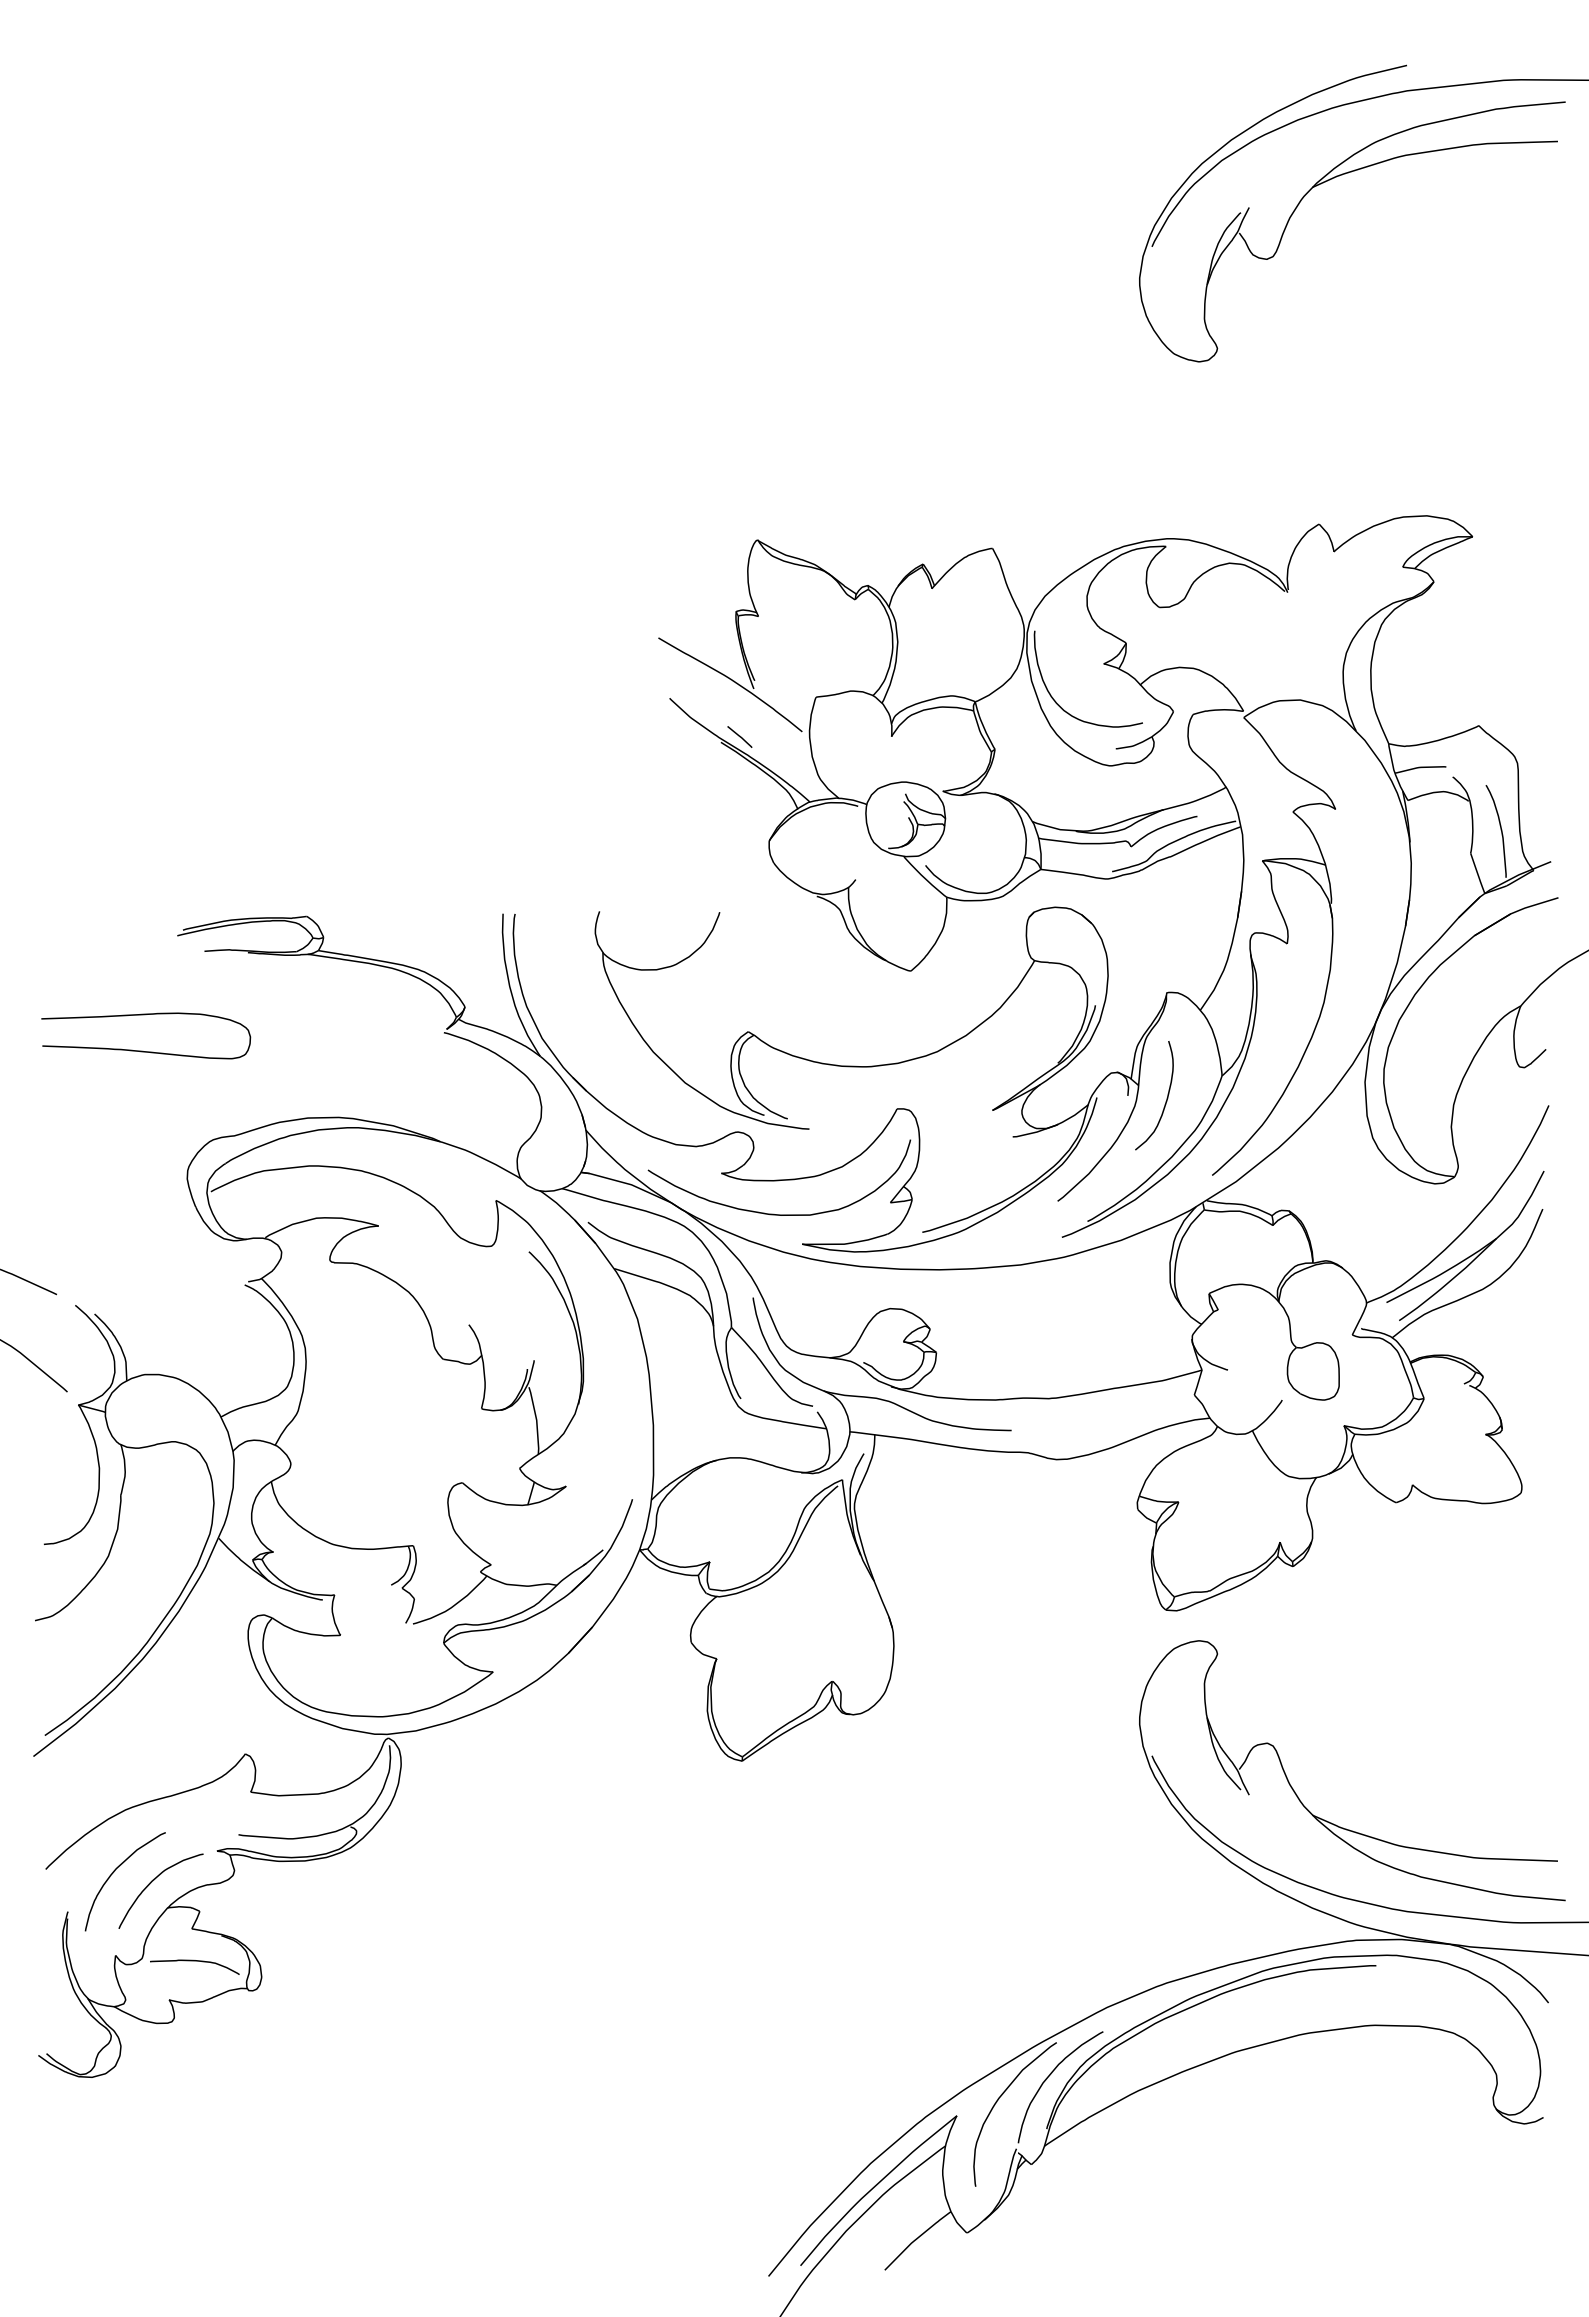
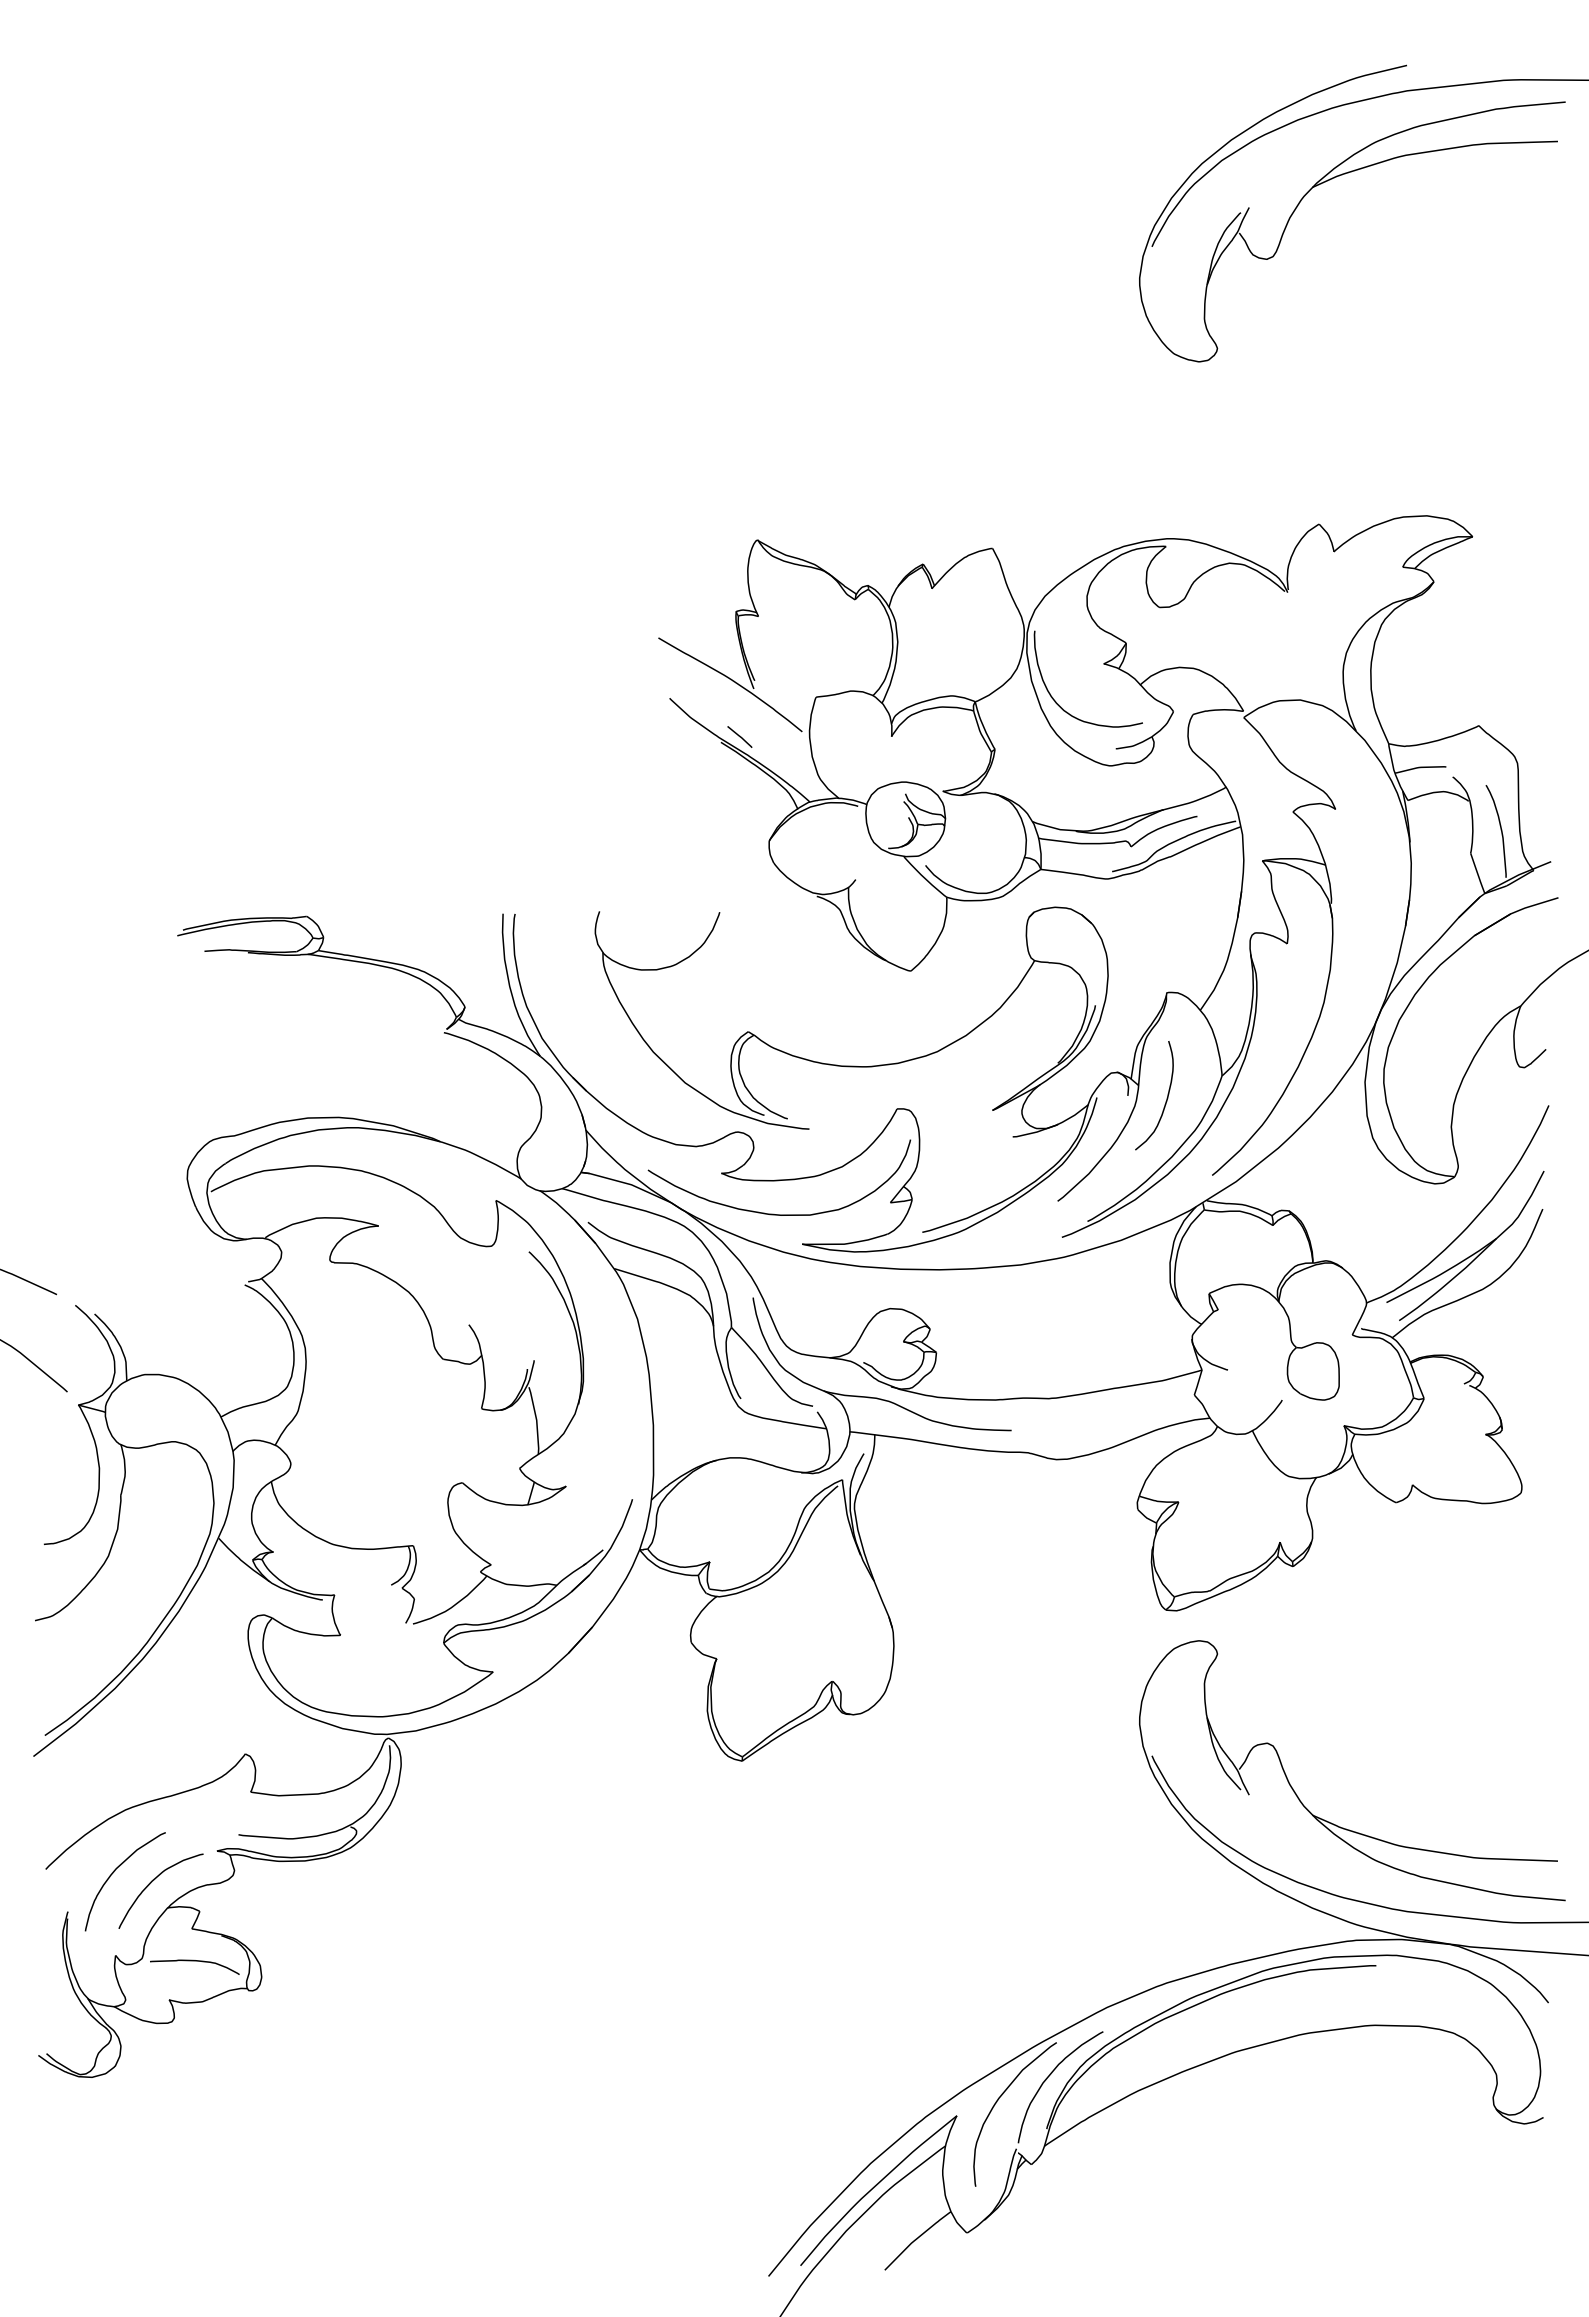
curve at (142, 1050): present -> none
